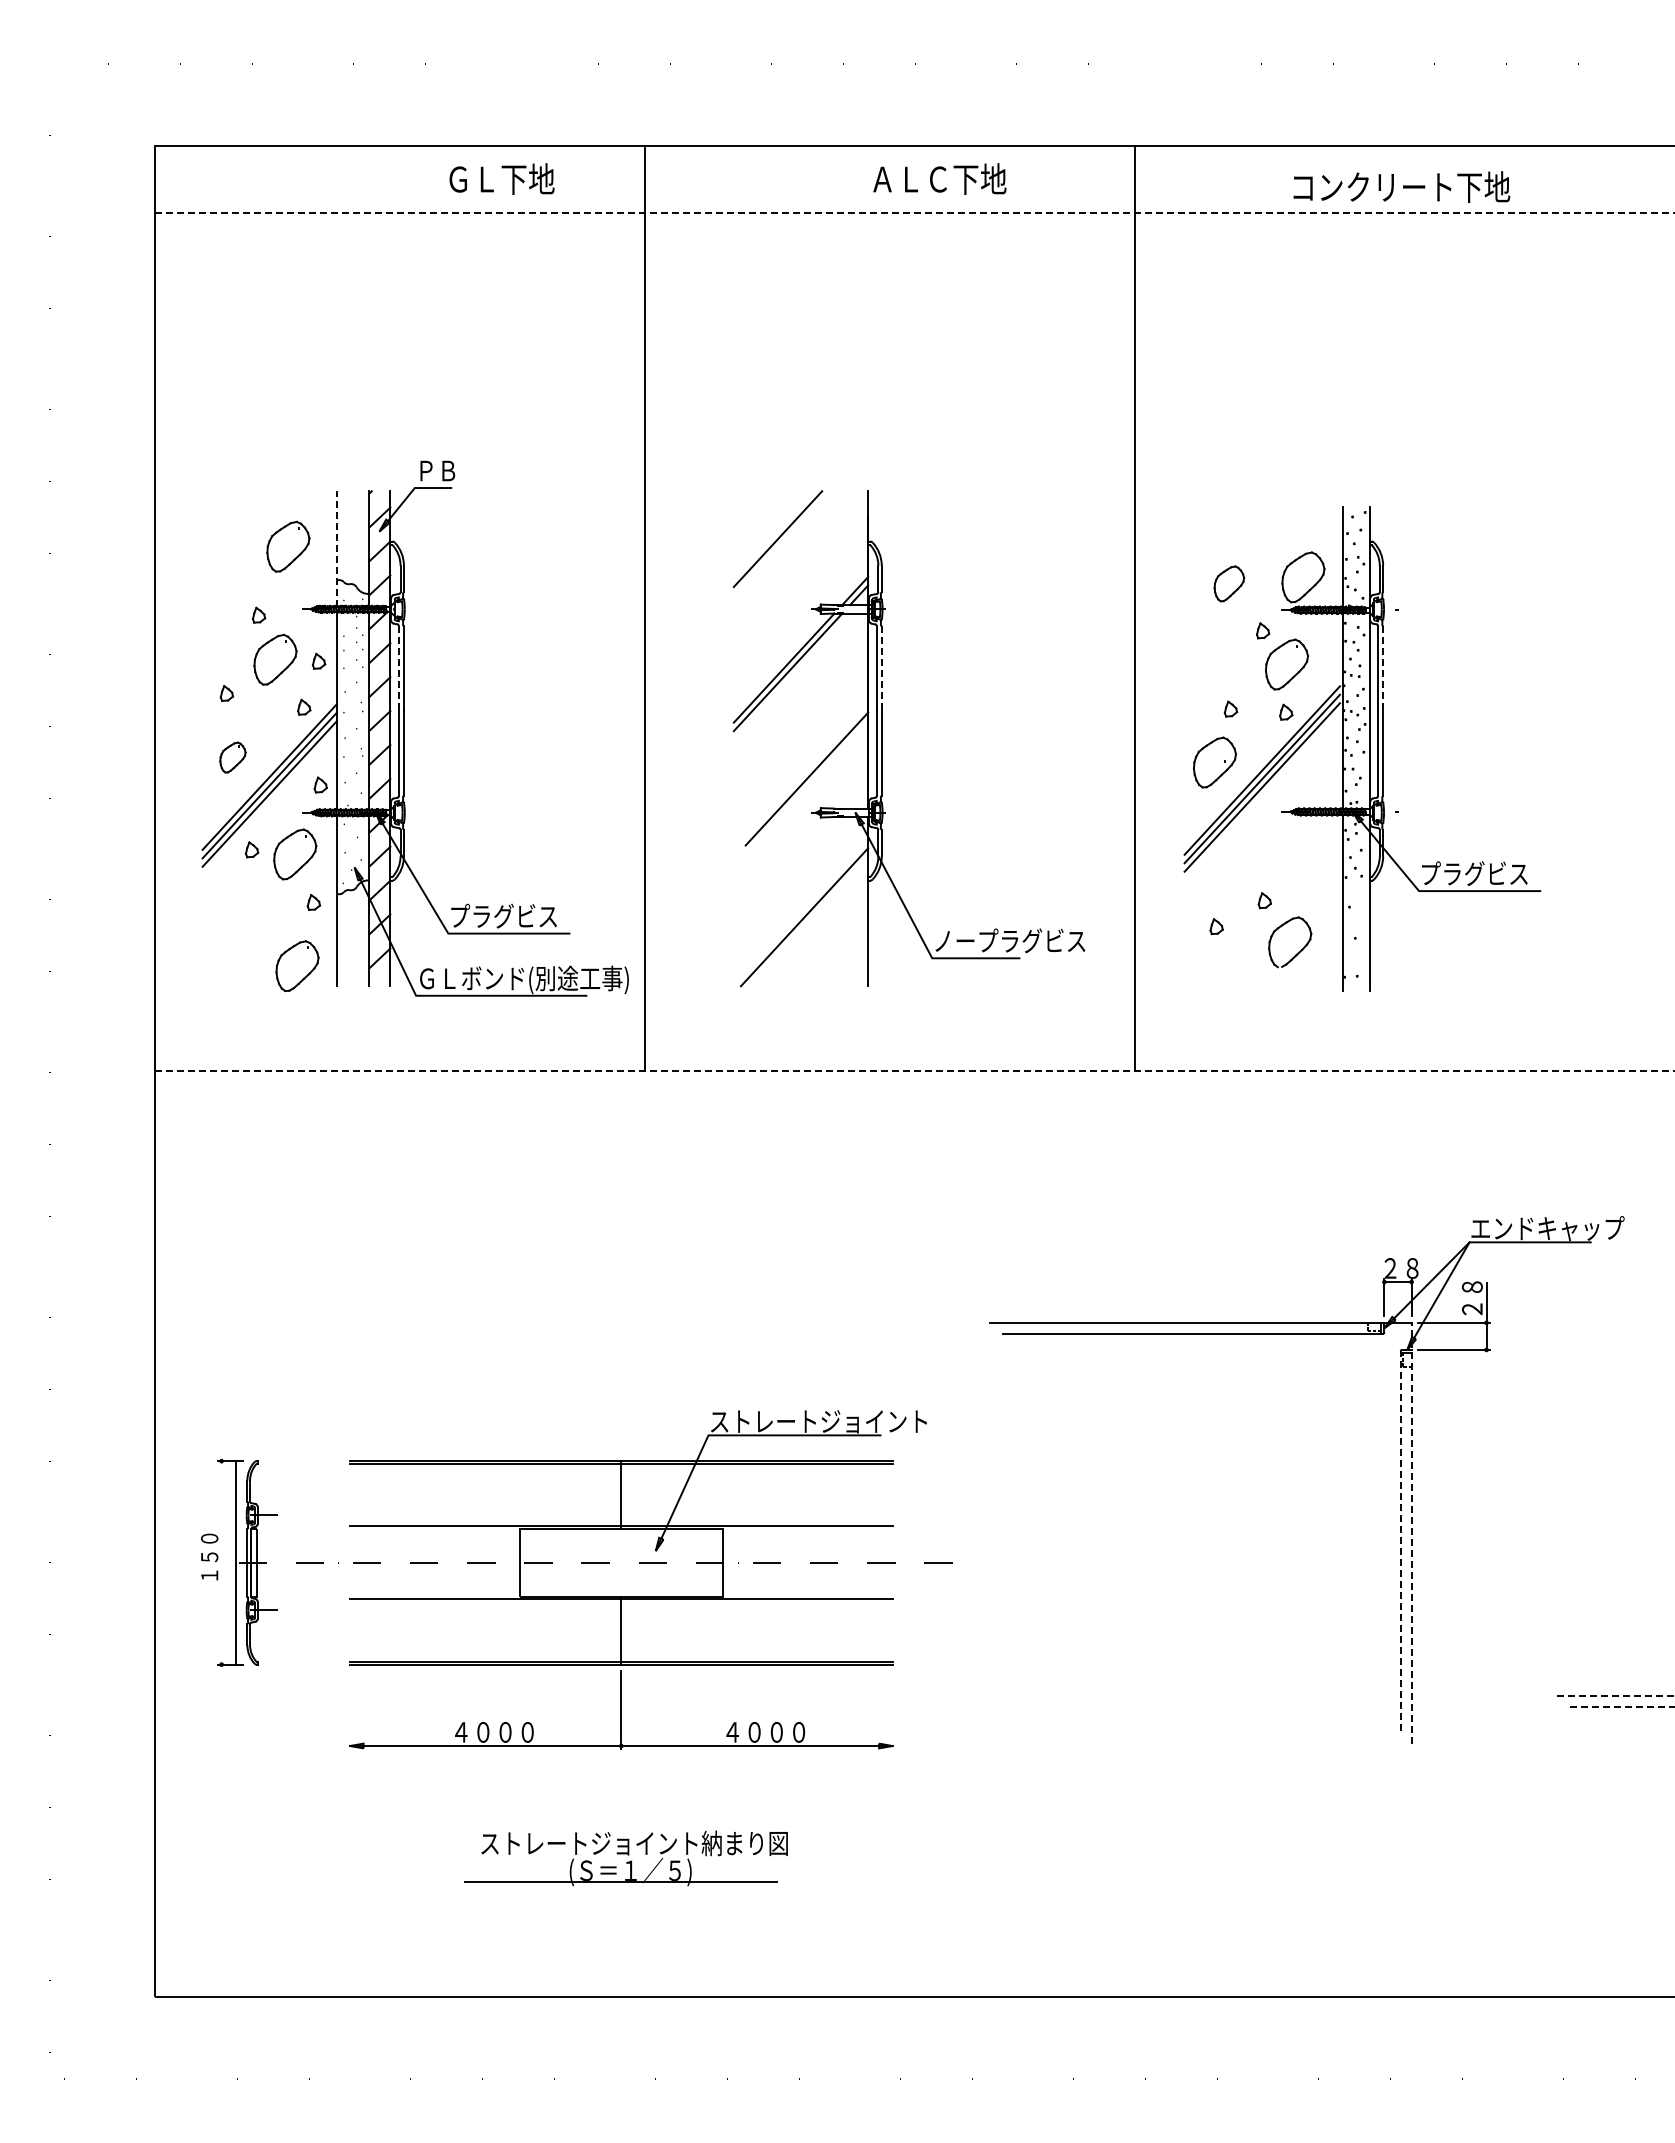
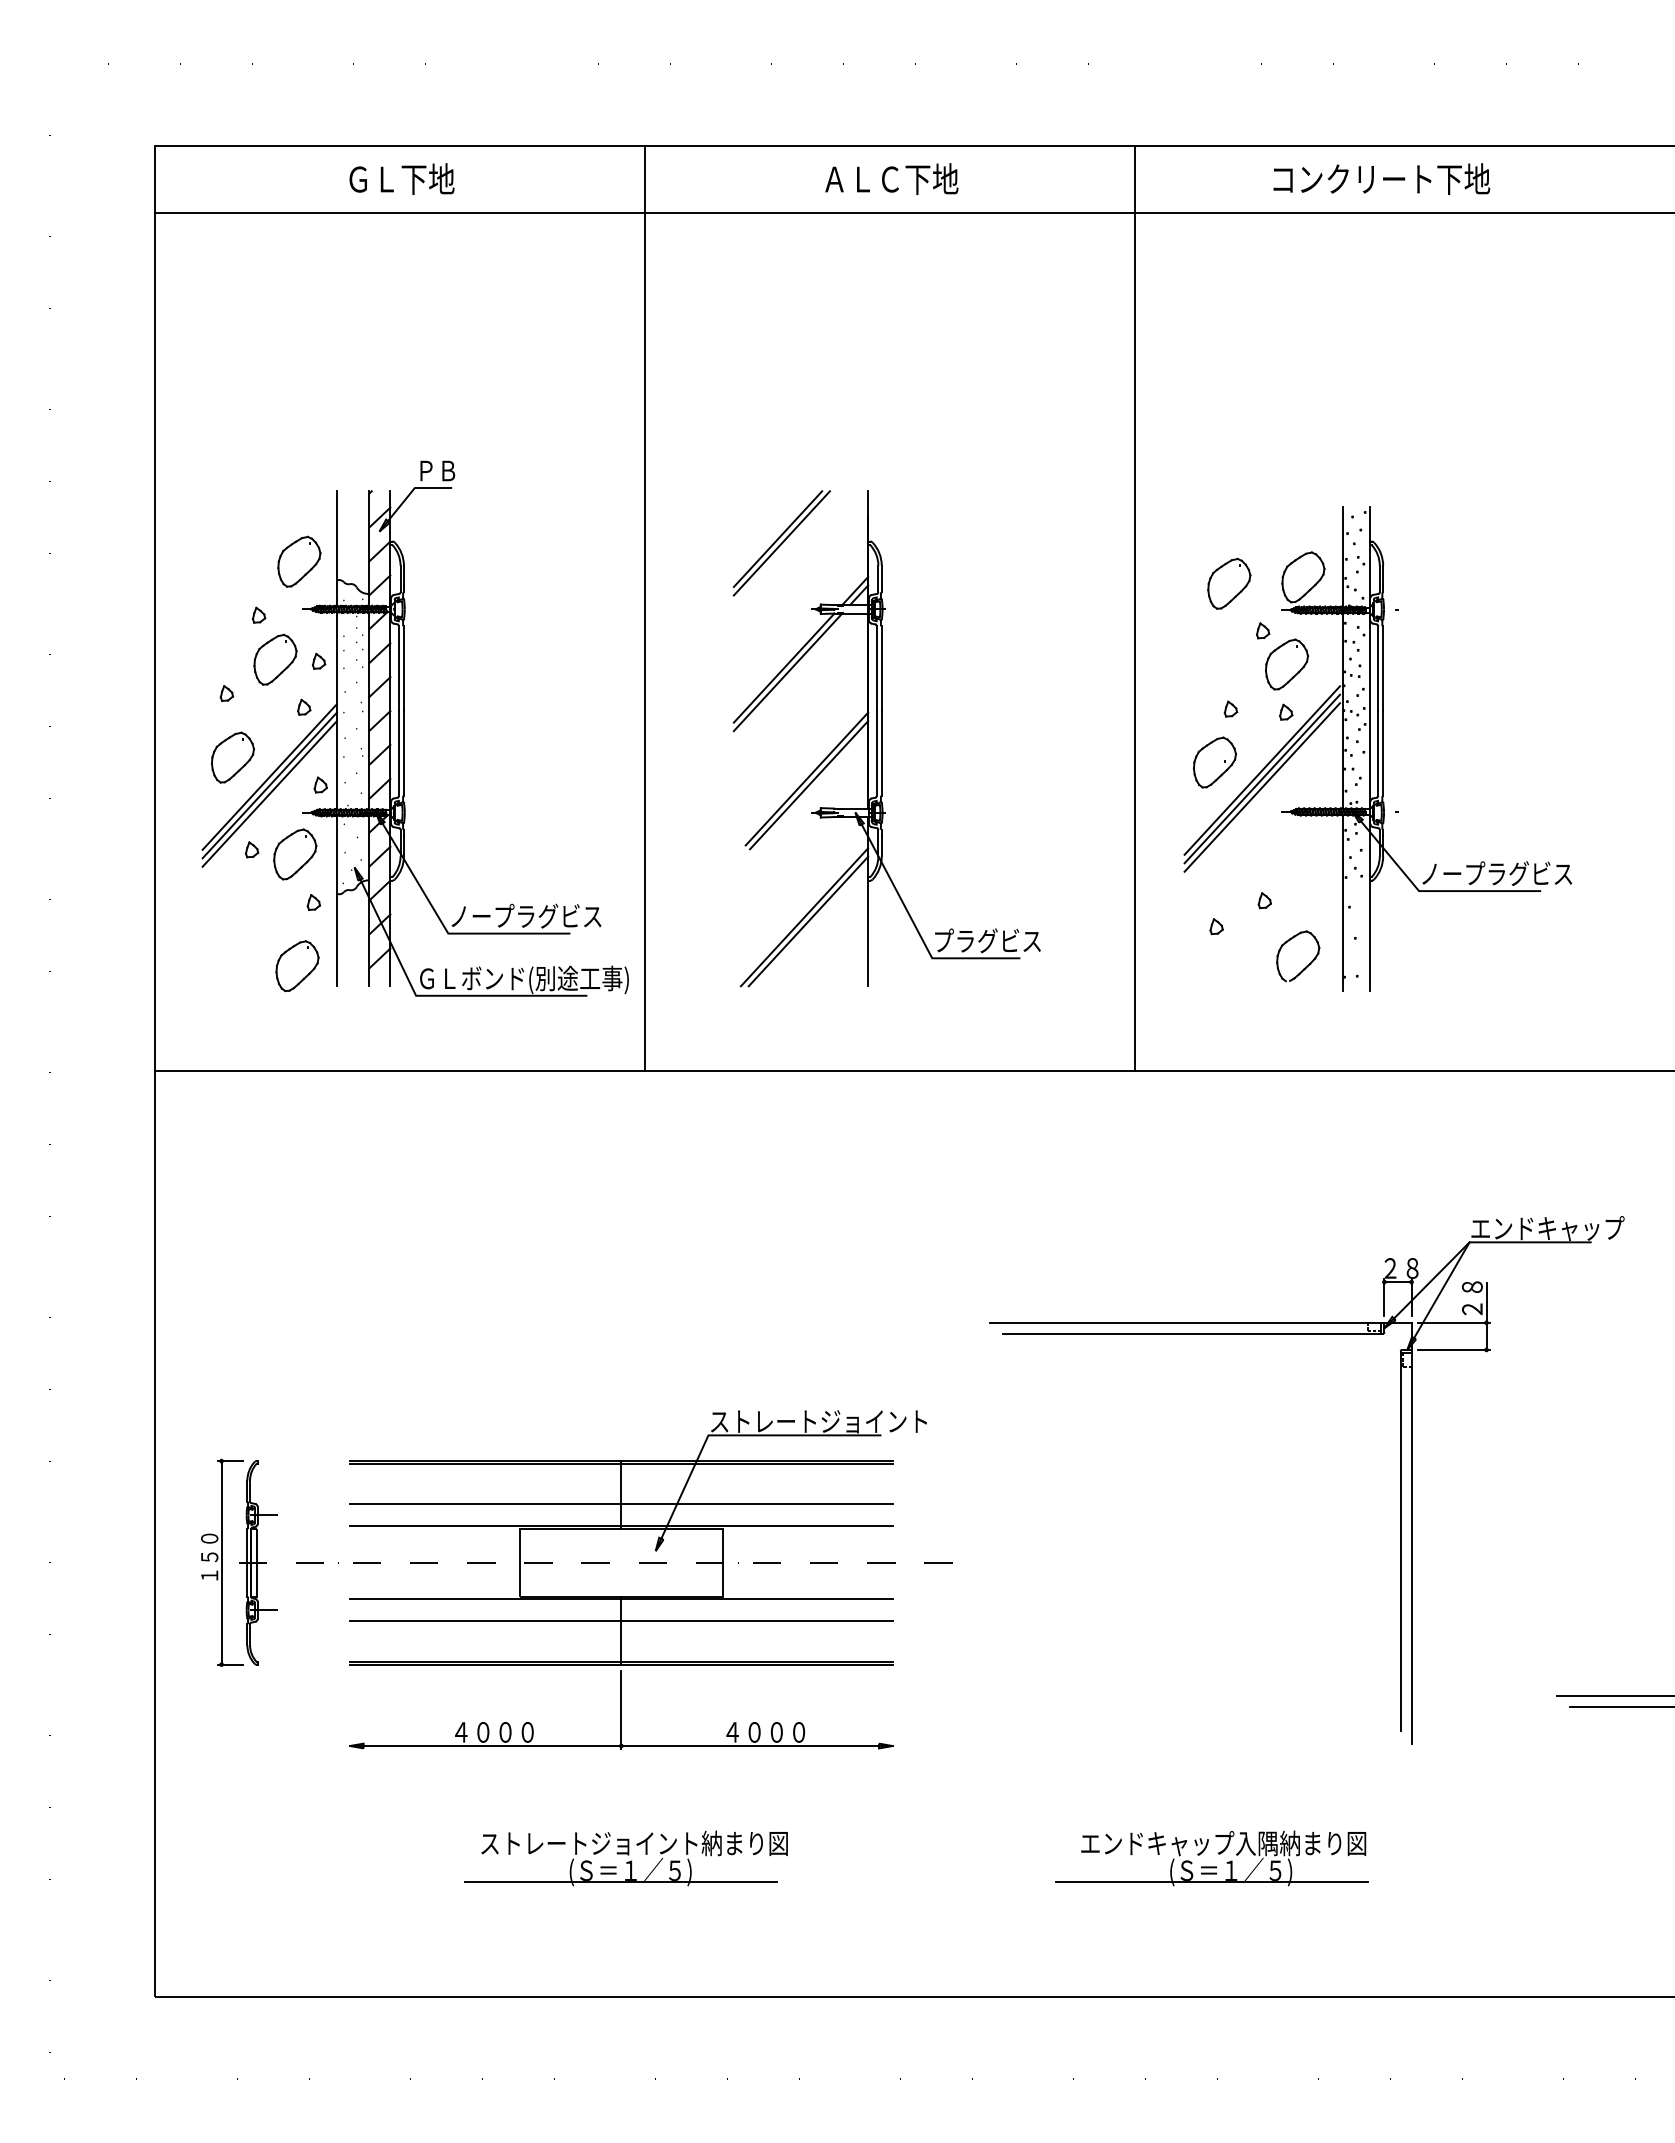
text at (501, 178) position: (501, 178) -> (401, 178)
text at (939, 178) position: (939, 178) -> (891, 178)
text at (1401, 186) position: (1401, 186) -> (1381, 178)
line at (914, 213): dashed -> solid
line at (781, 543): none -> present
part at (288, 546) position: (288, 546) -> (299, 561)
line at (336, 549): dashed -> solid
part at (1229, 583) size: 33x38 px -> 45x52 px
line at (398, 668): dashed -> solid
line at (881, 669): dashed -> solid
line at (1383, 669): dashed -> solid
part at (232, 757) size: 28x33 px -> 44x53 px
line at (809, 785): none -> present
text at (1497, 873): プラグビス -> ノープラグビス
text at (526, 915): プラグビス -> ノープラグビス
line at (808, 921): none -> present
text at (1010, 940): ノープラグビス -> プラグビス
part at (1297, 952) position: (1297, 952) -> (1305, 966)
line at (914, 1071): dashed -> solid
line at (621, 1504): none -> present
line at (1411, 1533): dashed -> solid
line at (1400, 1542): dashed -> solid
line at (235, 1562) position: (235, 1562) -> (221, 1562)
line at (621, 1621): none -> present
line at (1615, 1696): dashed -> solid
line at (1622, 1706): dashed -> solid
part at (1211, 1866): none -> present
